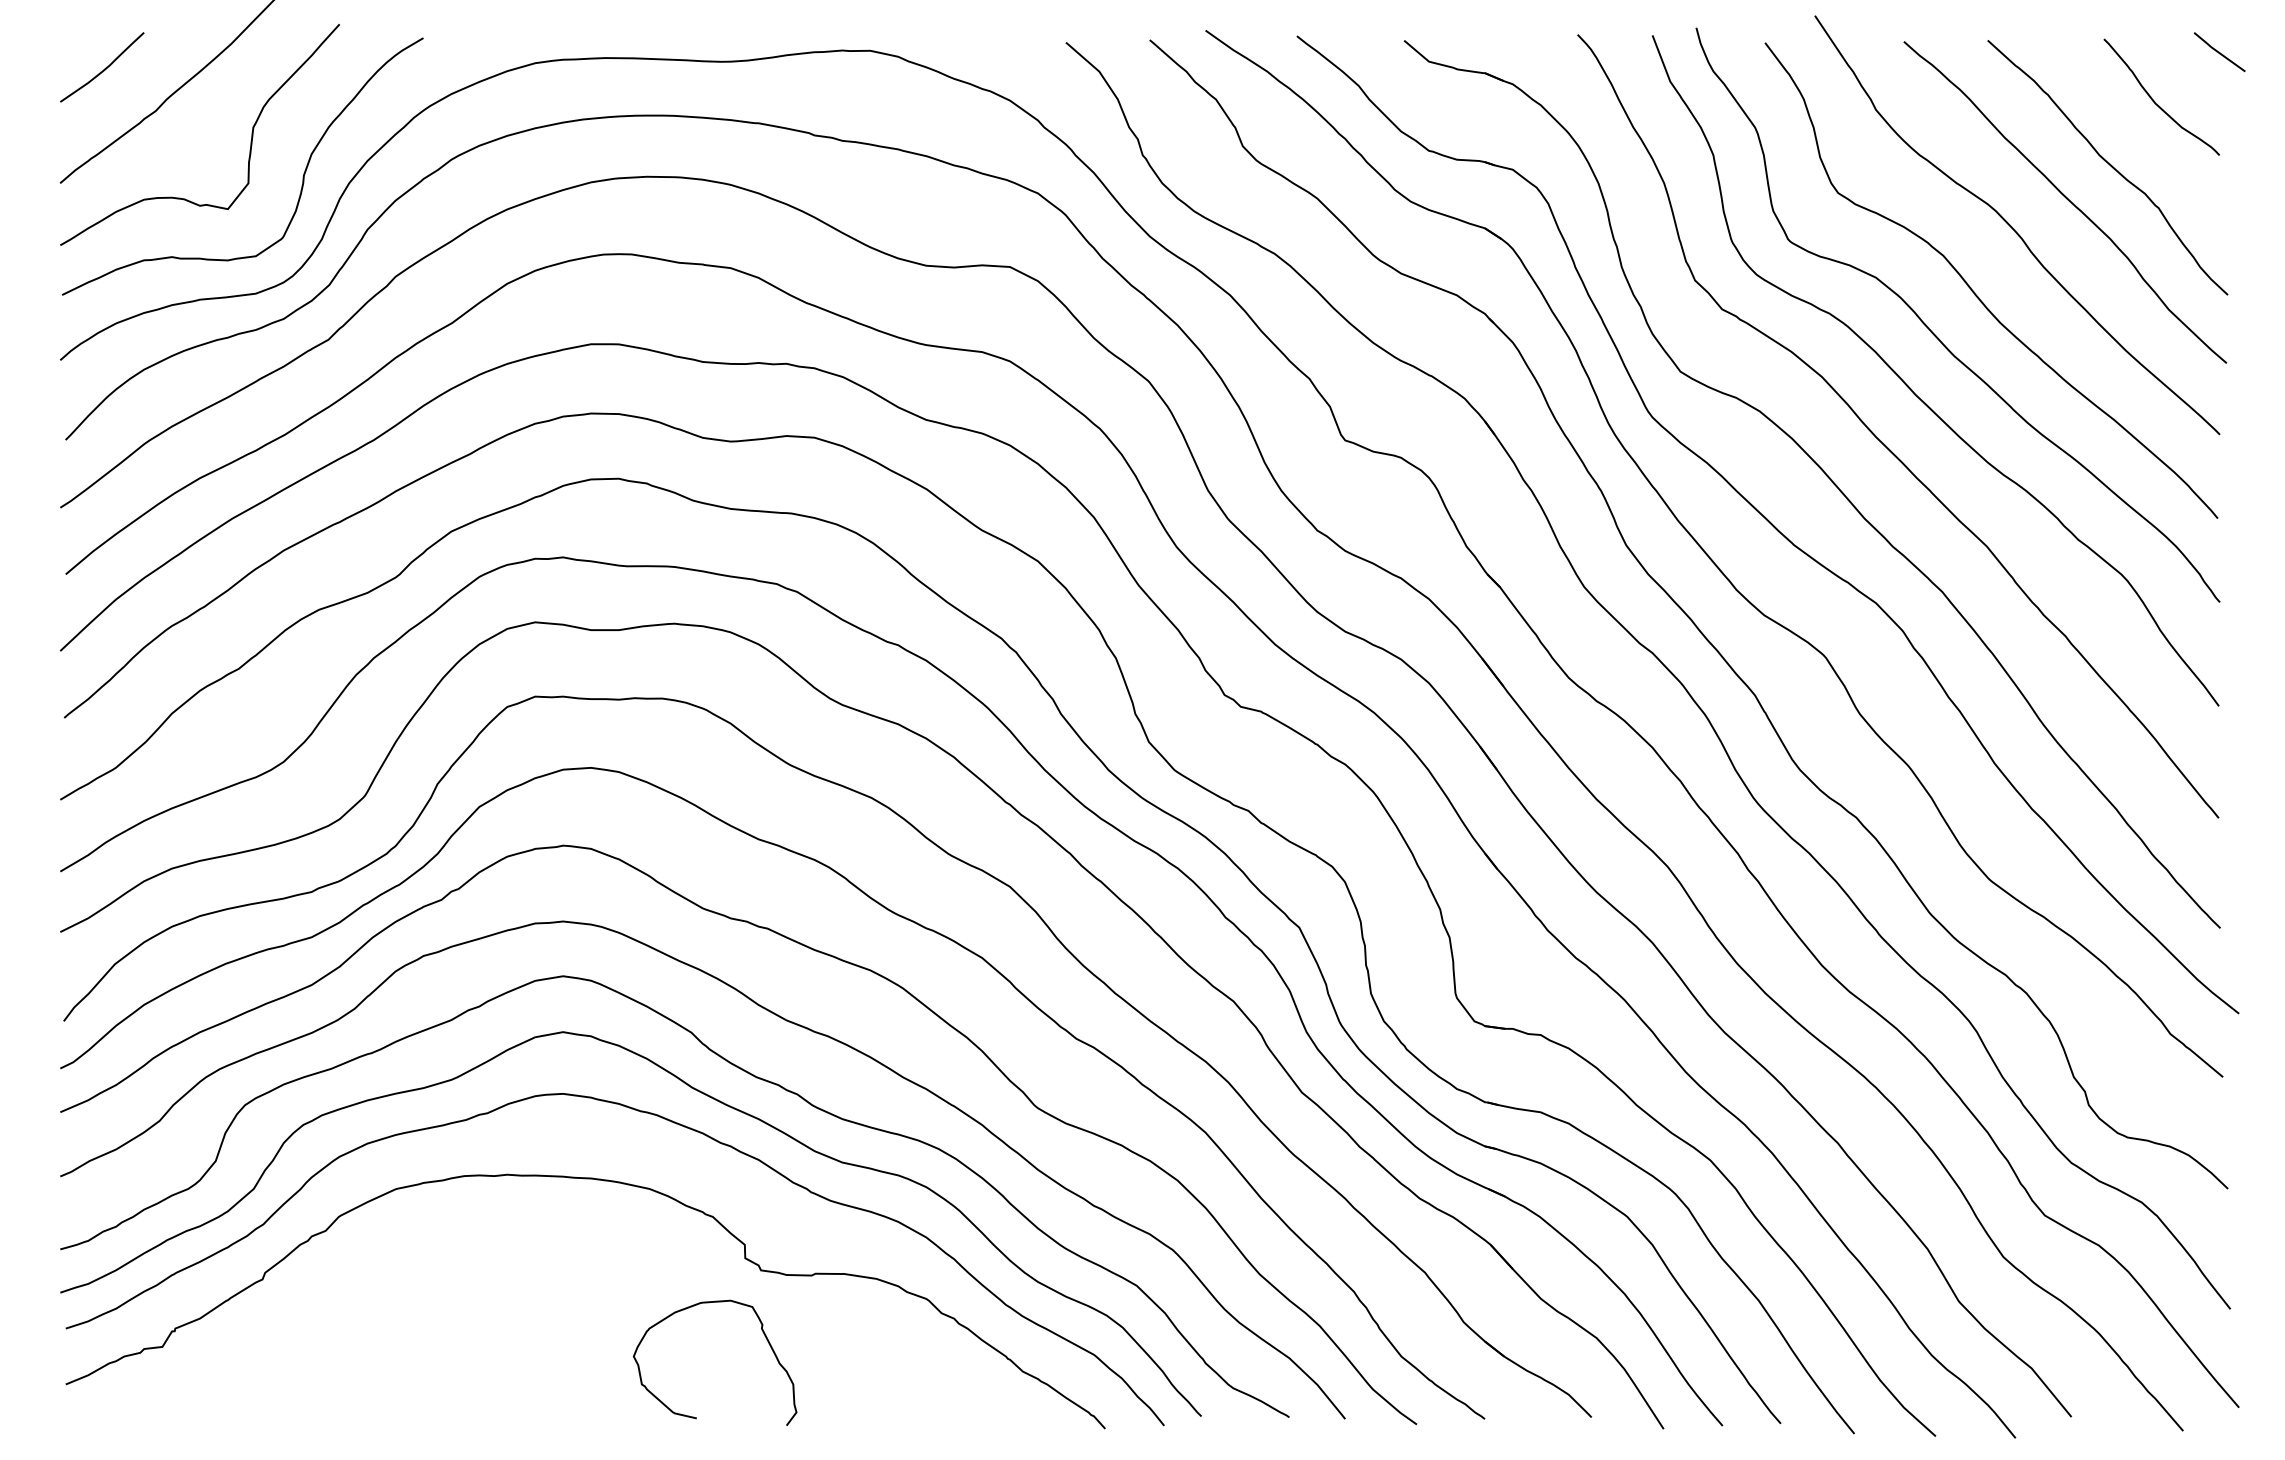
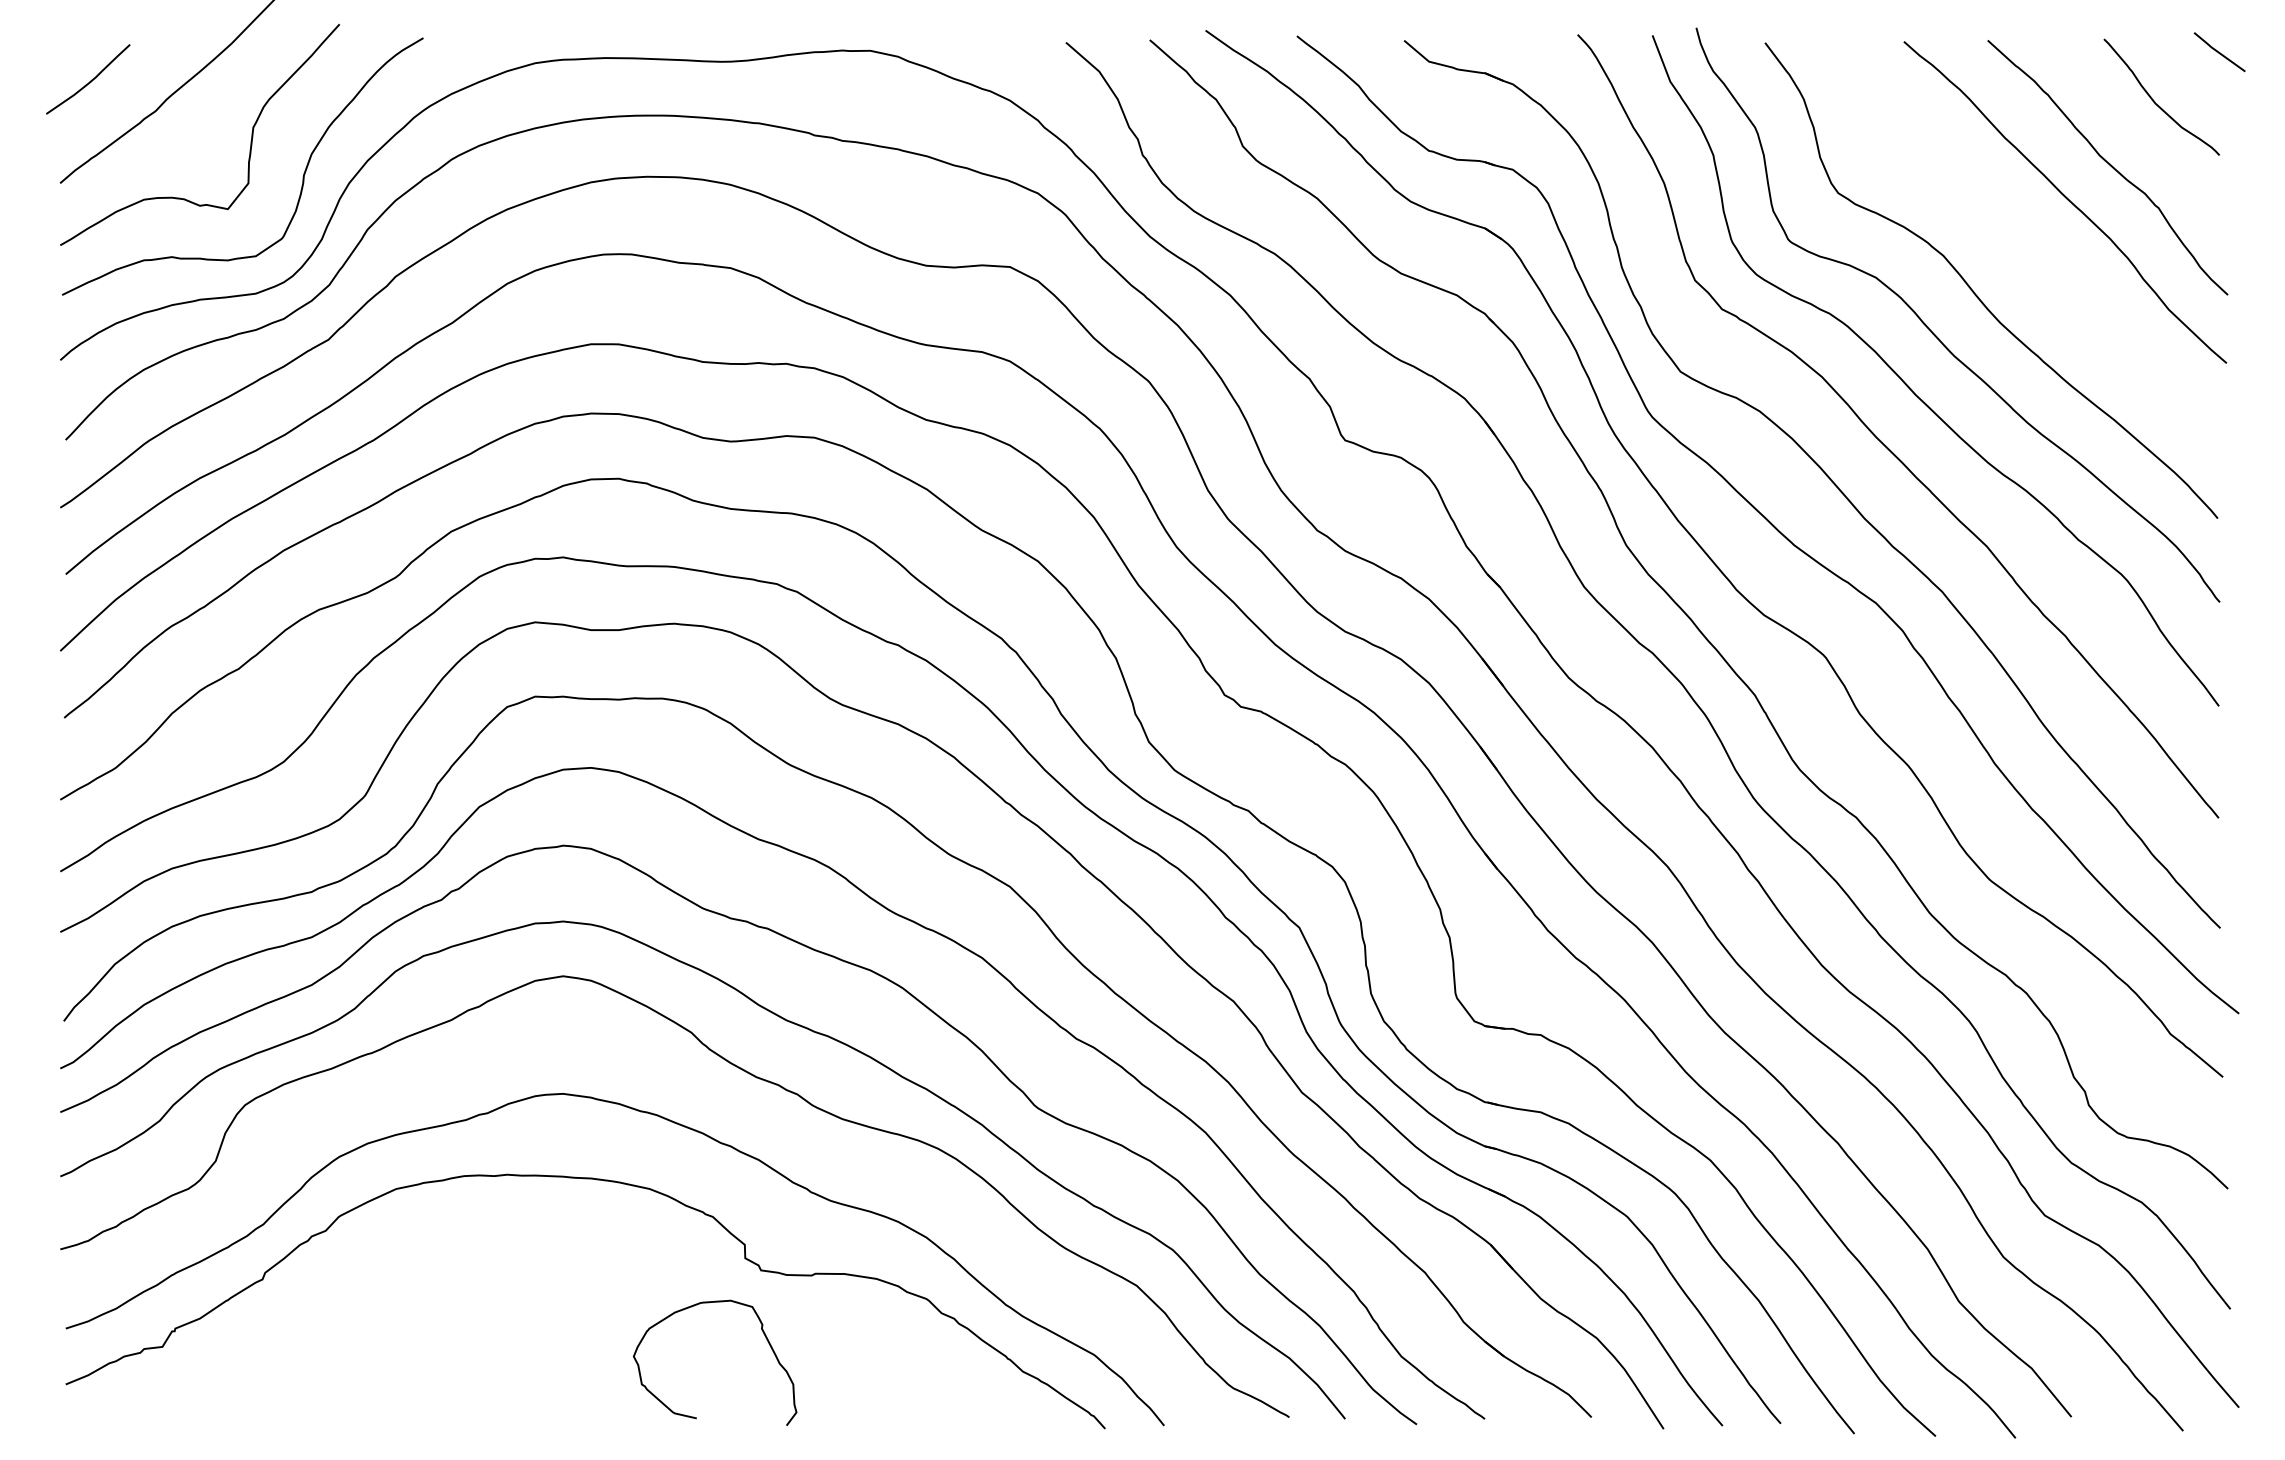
curve at (104, 68) position: (104, 68) -> (90, 80)
curve at (2013, 227): present -> none
curve at (697, 1091): present -> none
